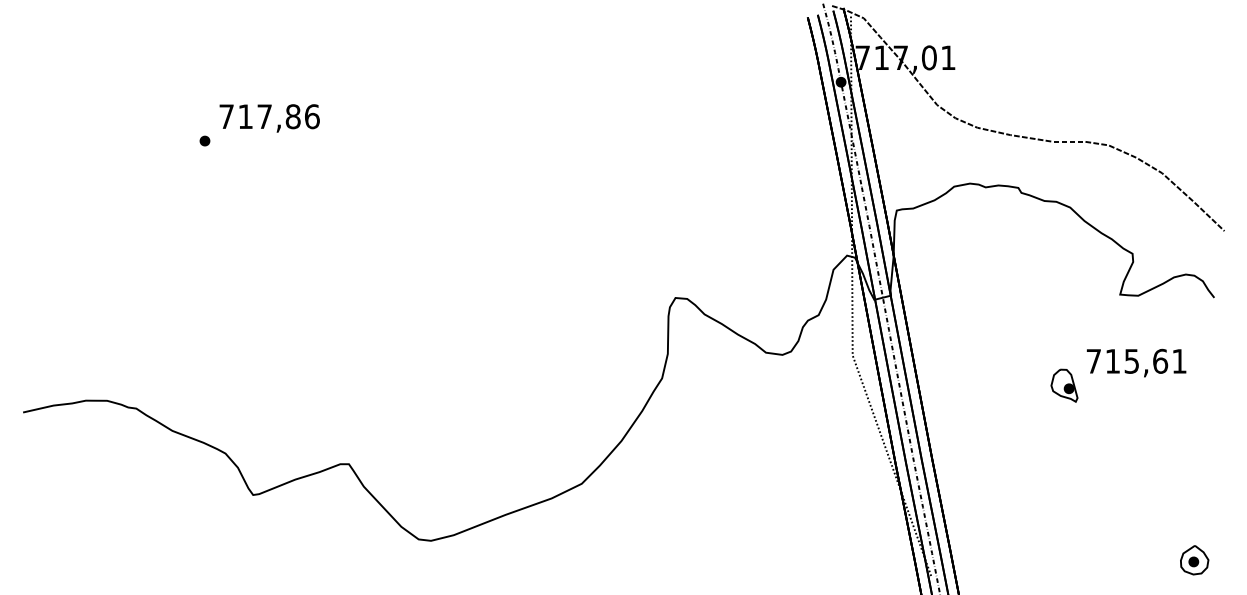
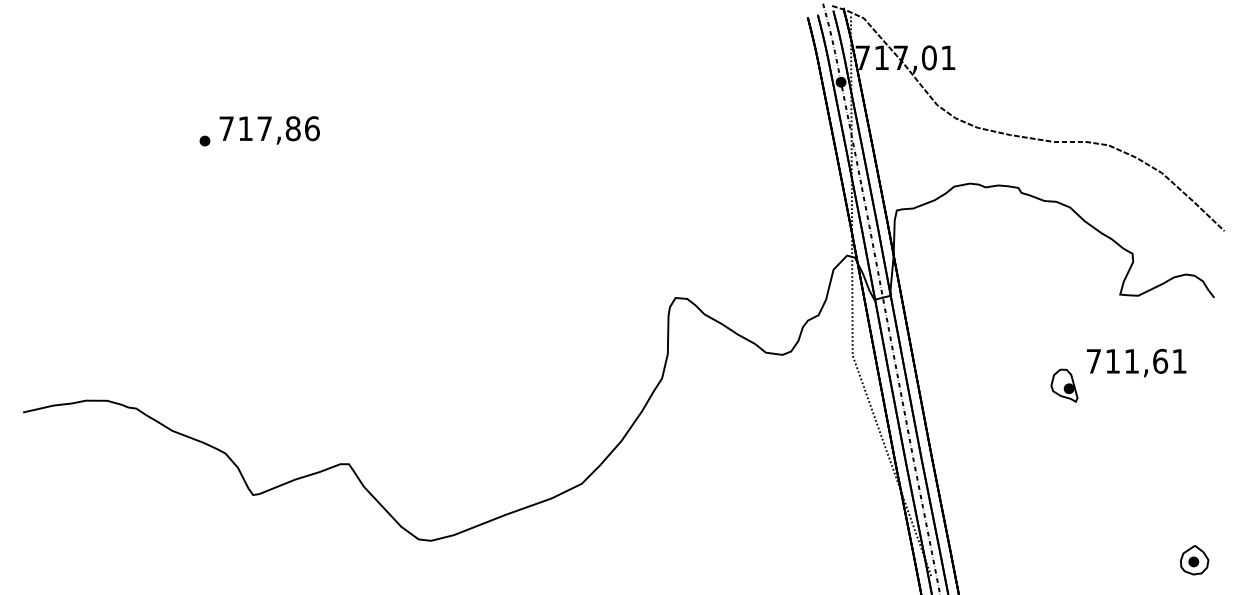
text at (269, 118) position: (269, 118) -> (269, 130)
text at (1131, 361): 715,61 -> 711,61
